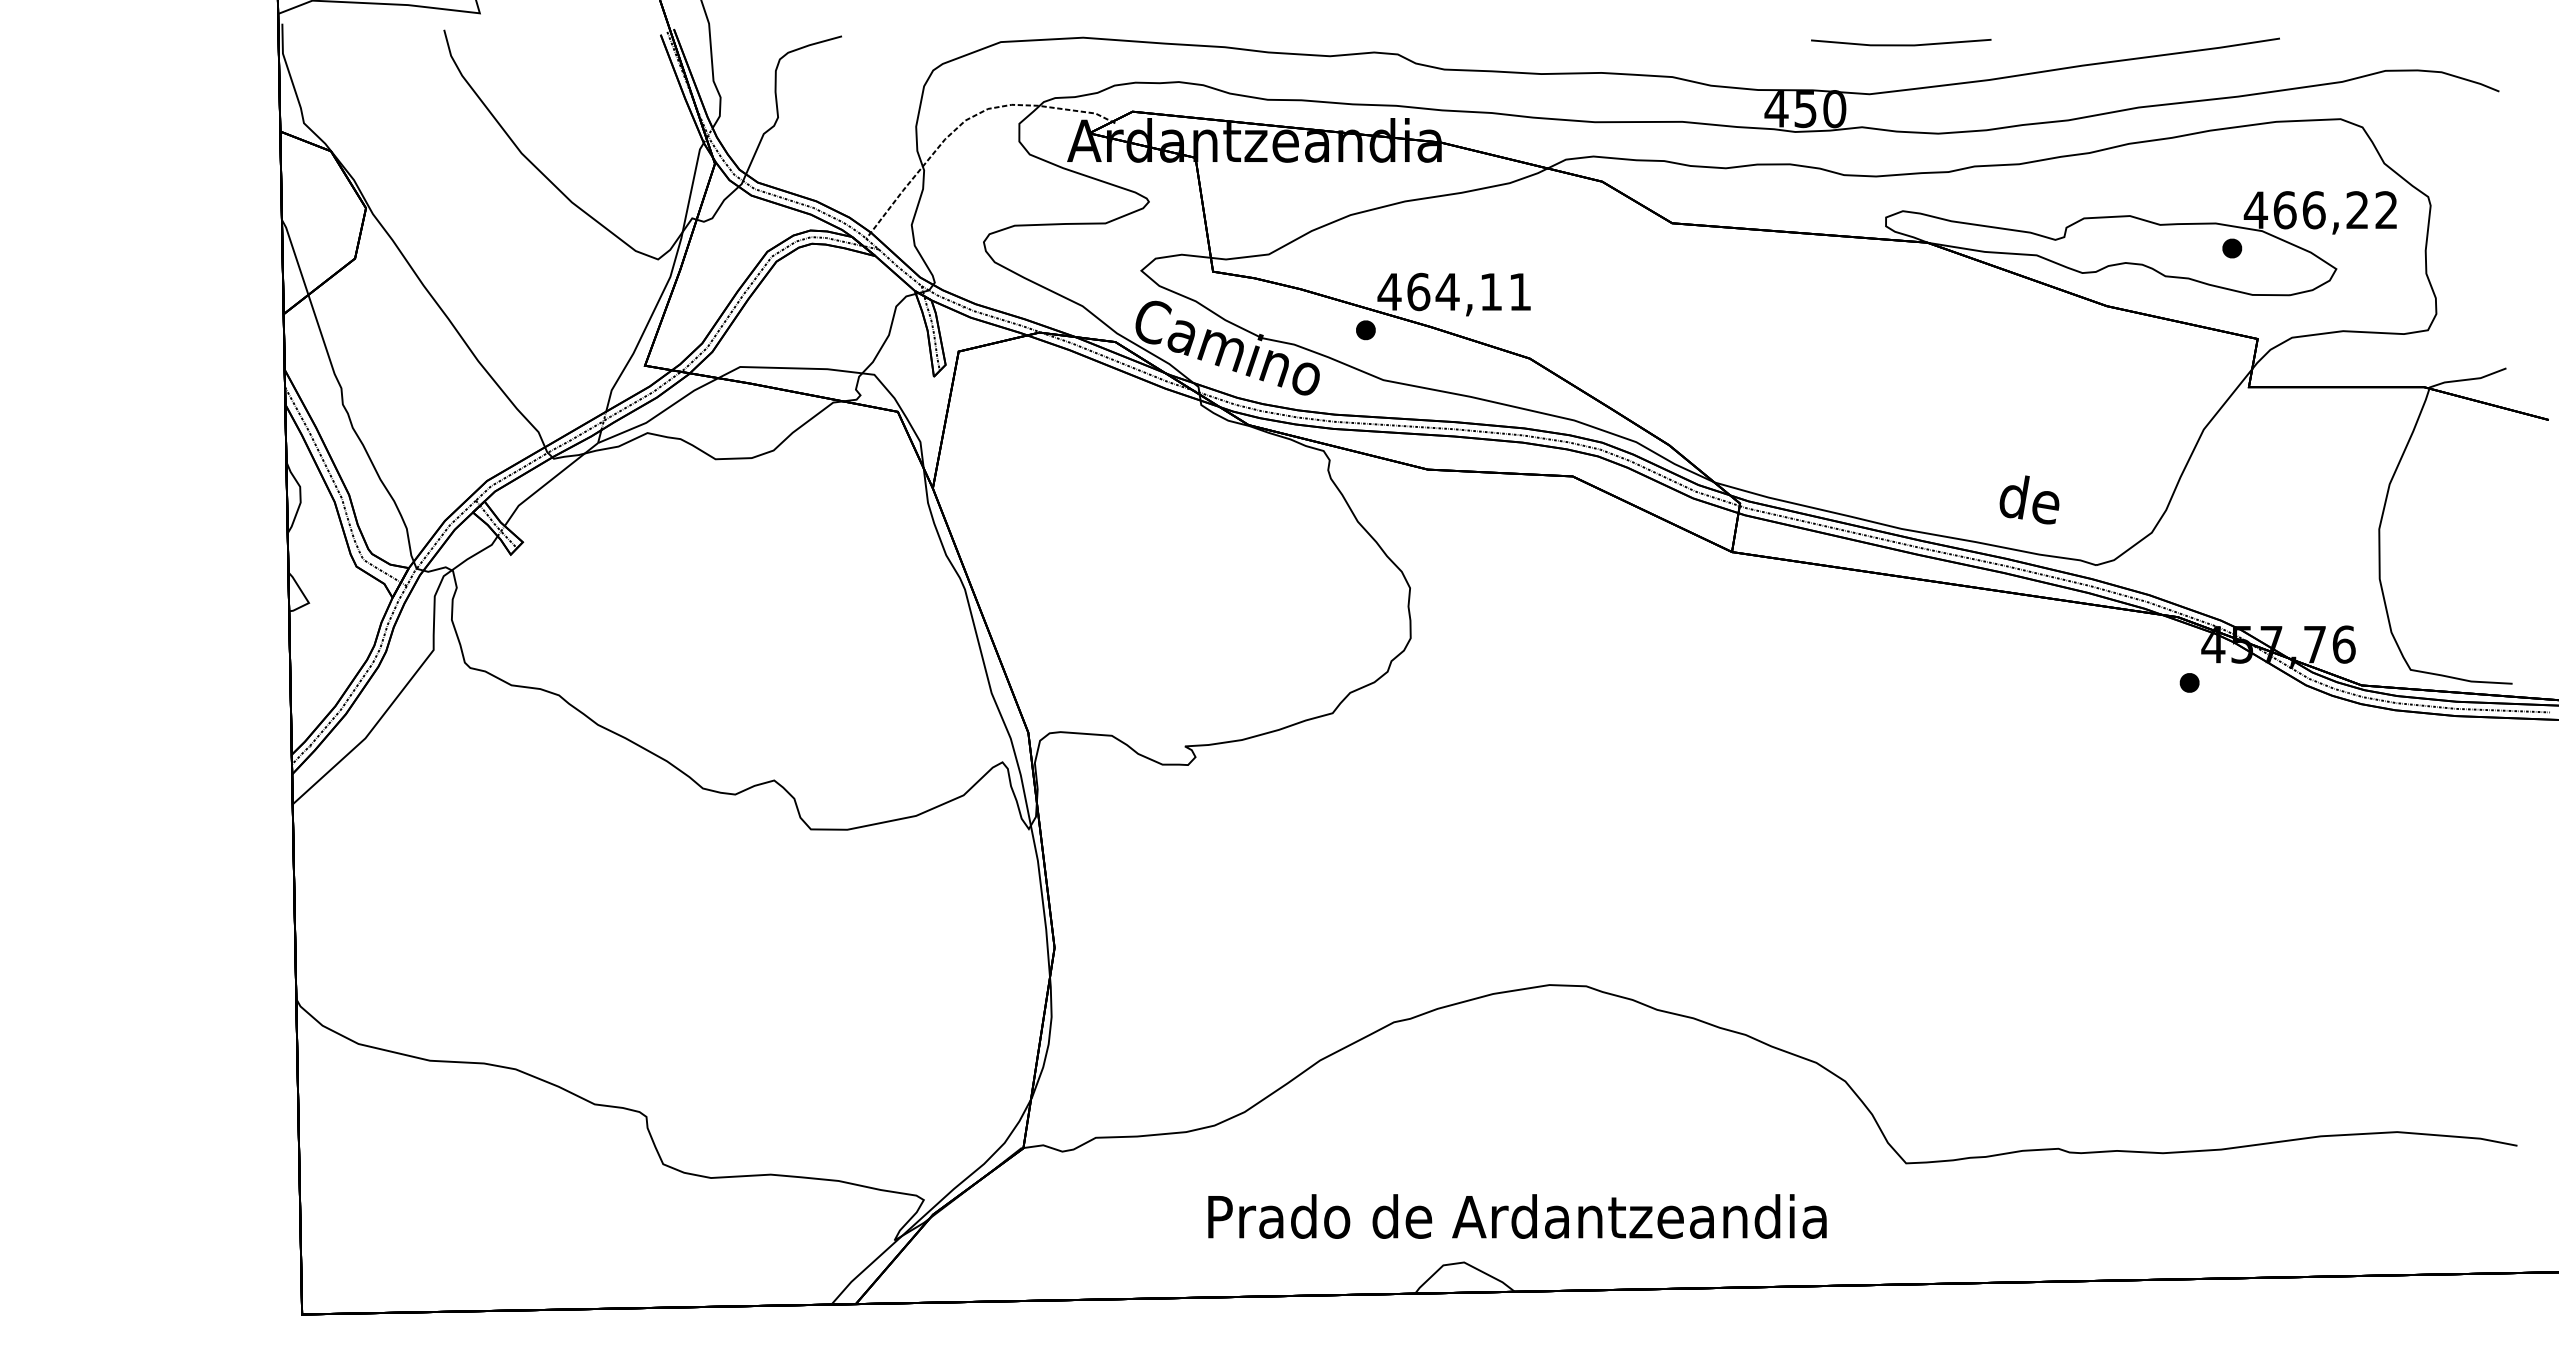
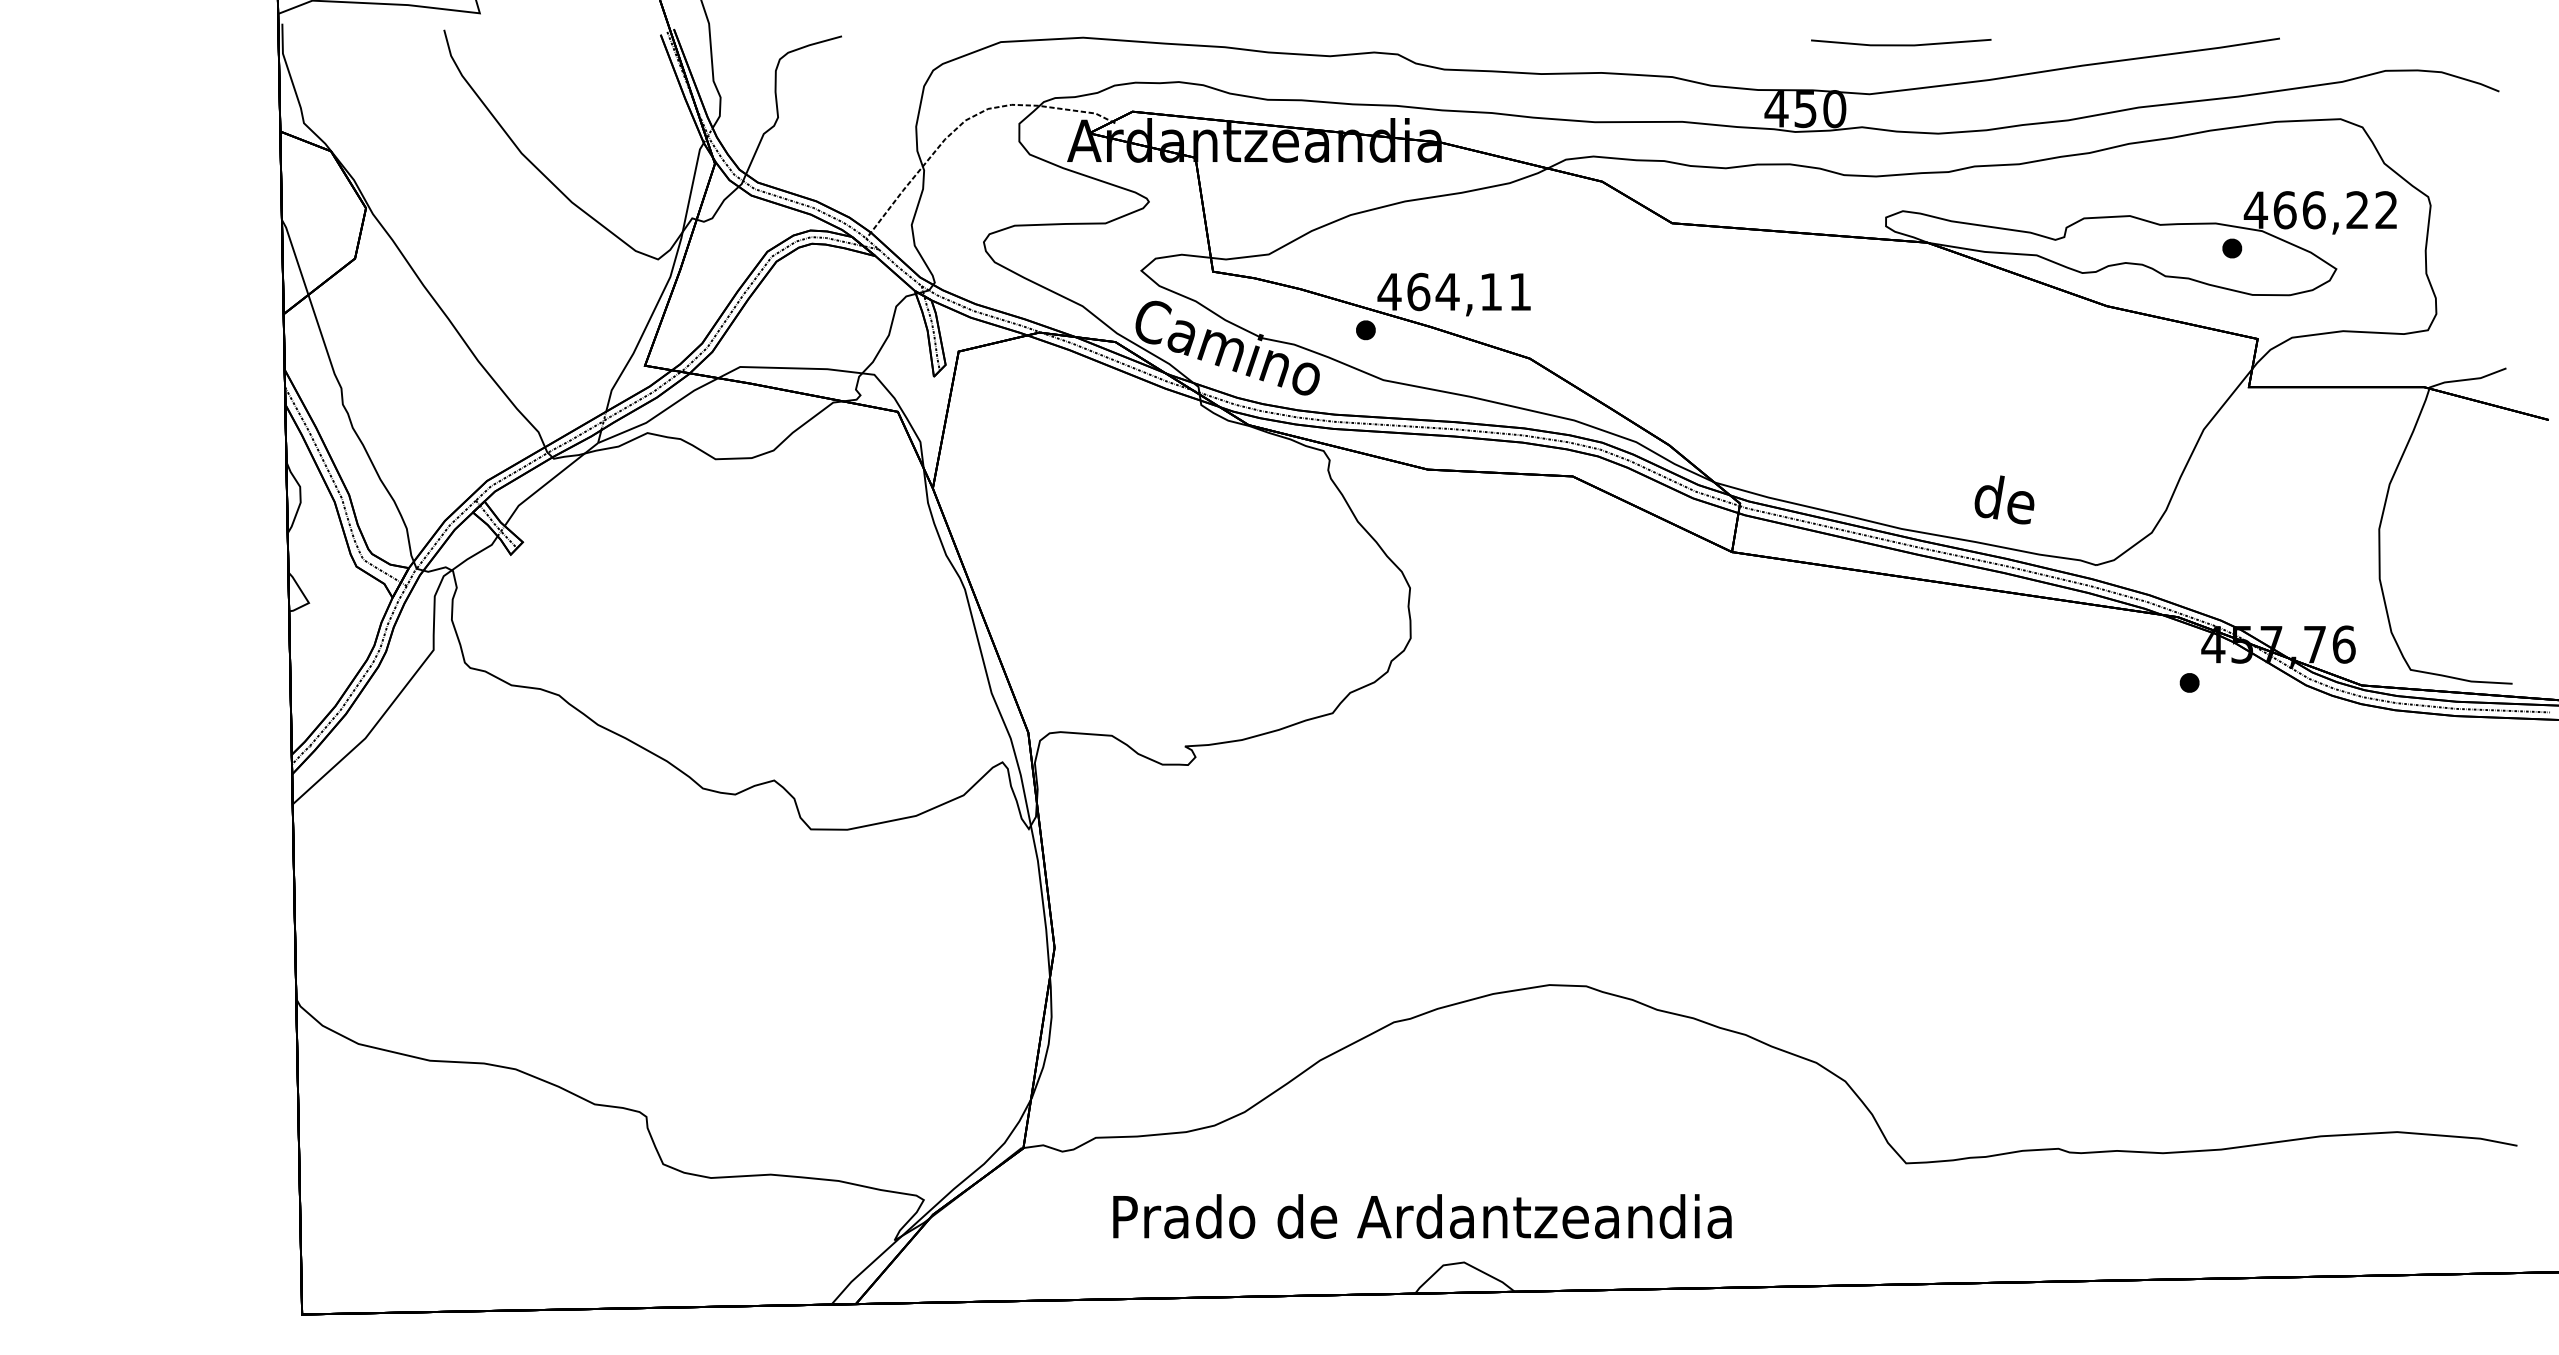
text at (2029, 499) position: (2029, 499) -> (2004, 499)
text at (1517, 1216) position: (1517, 1216) -> (1422, 1216)
